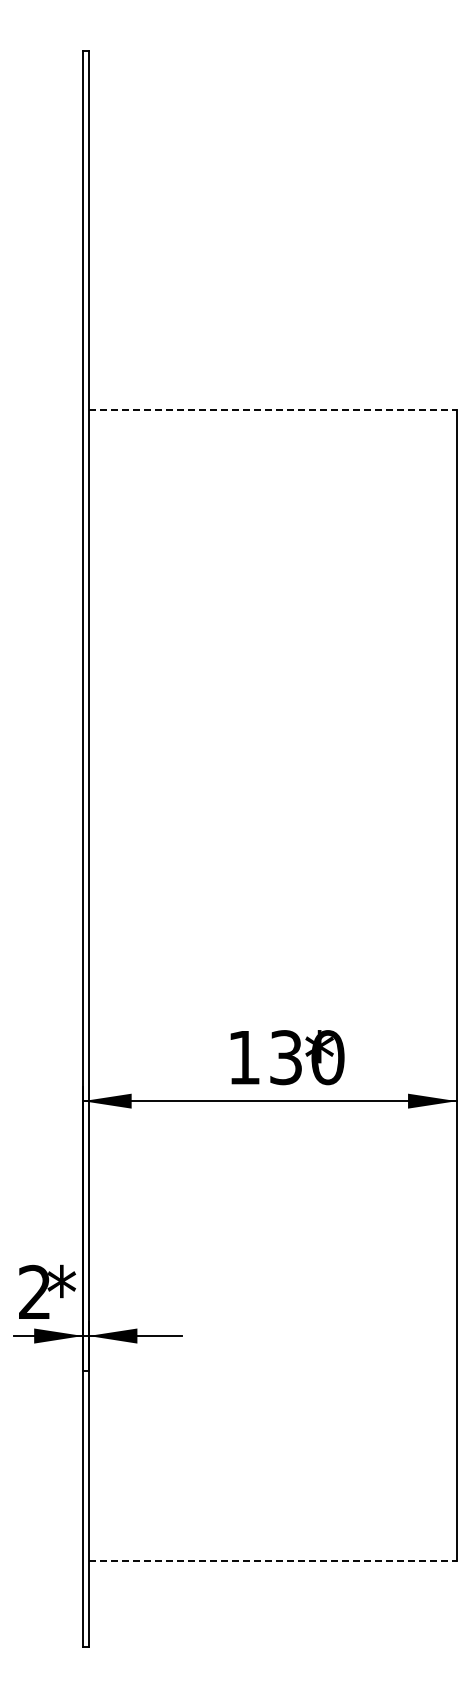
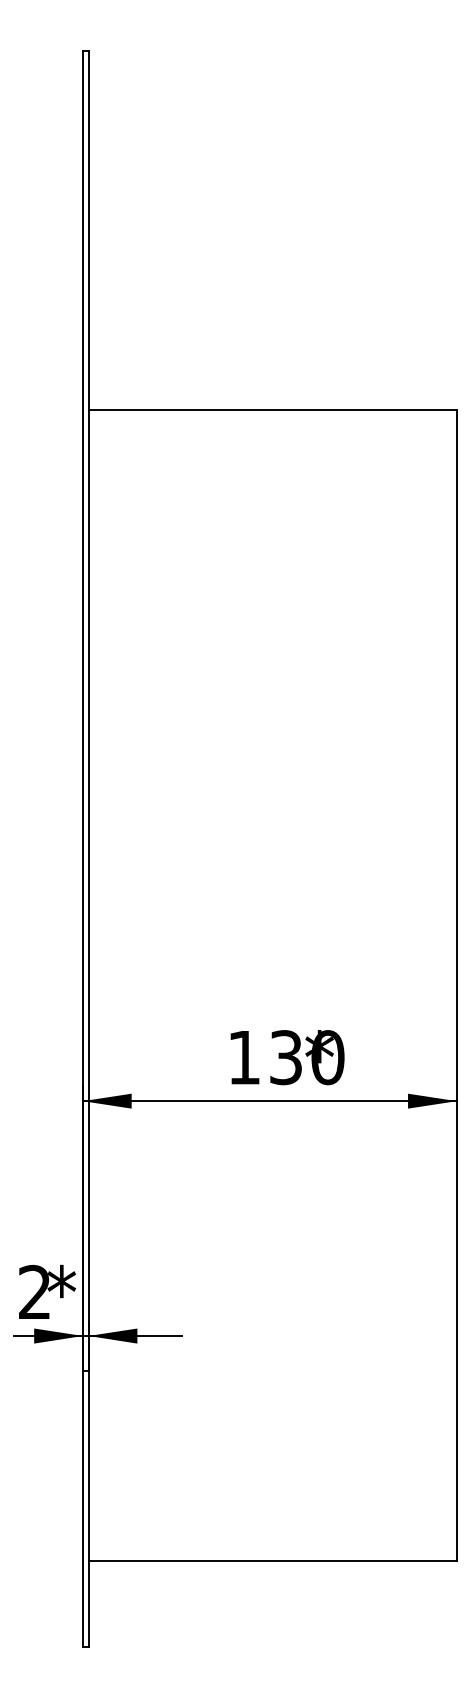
line at (273, 410): dashed -> solid
line at (273, 1560): dashed -> solid
